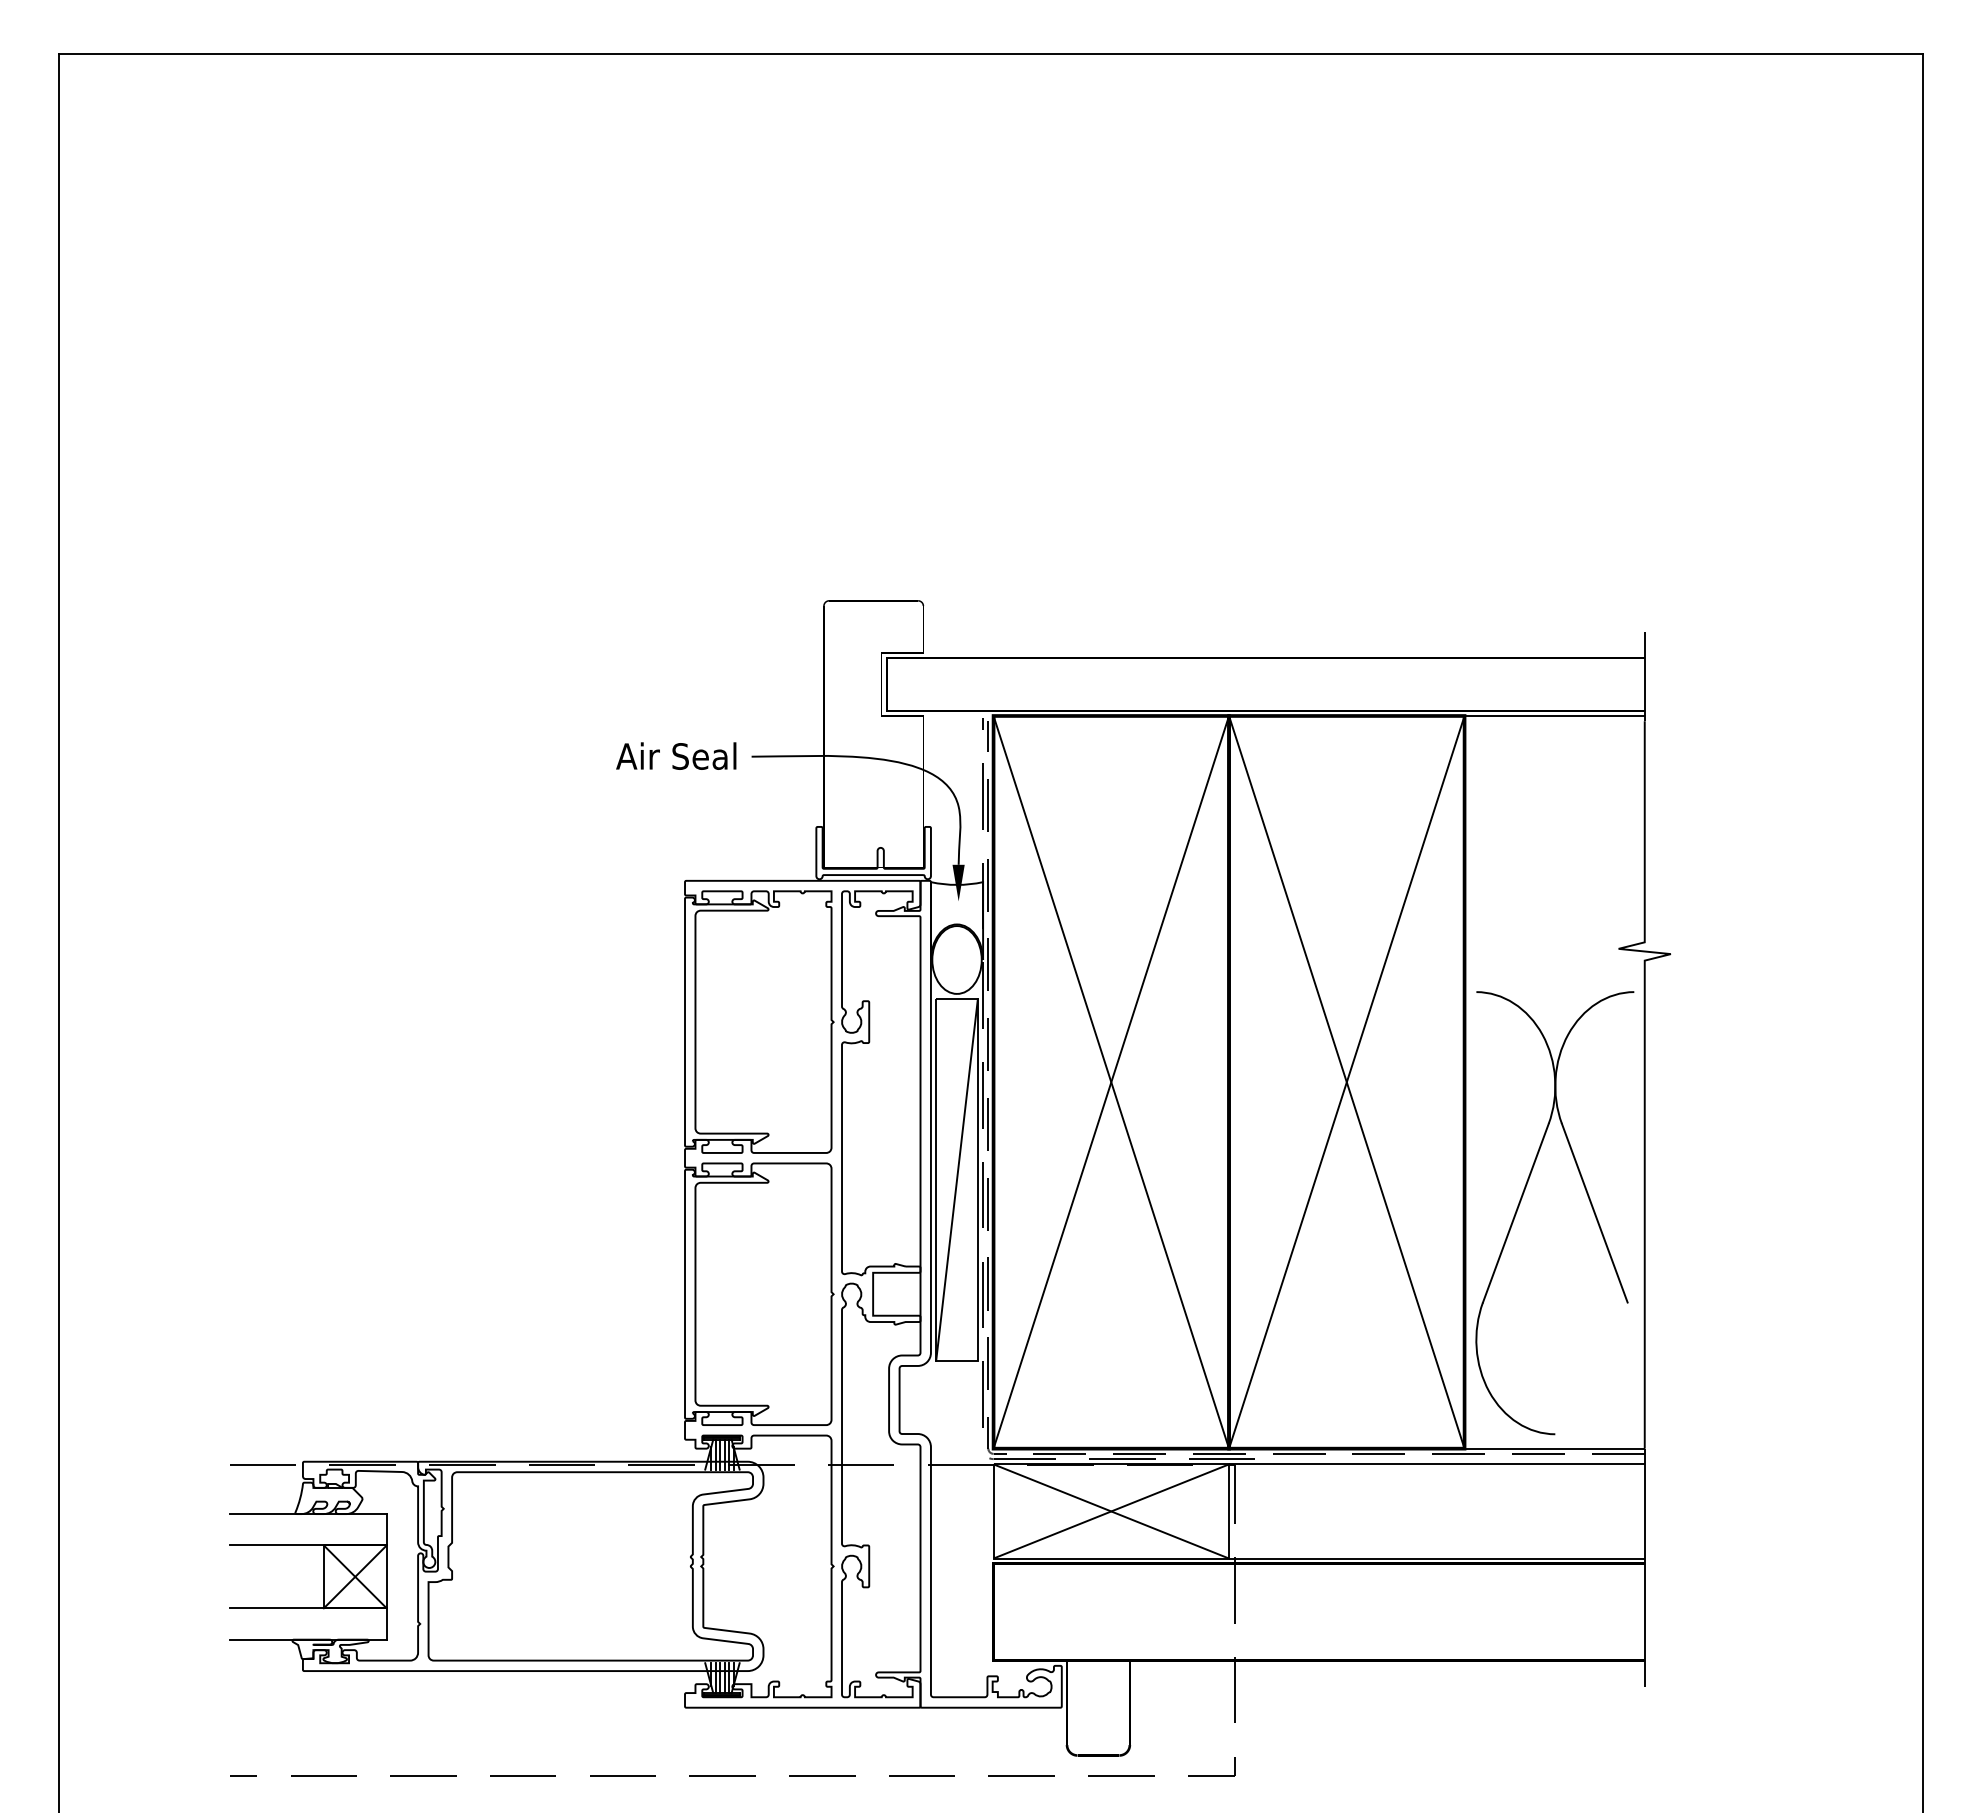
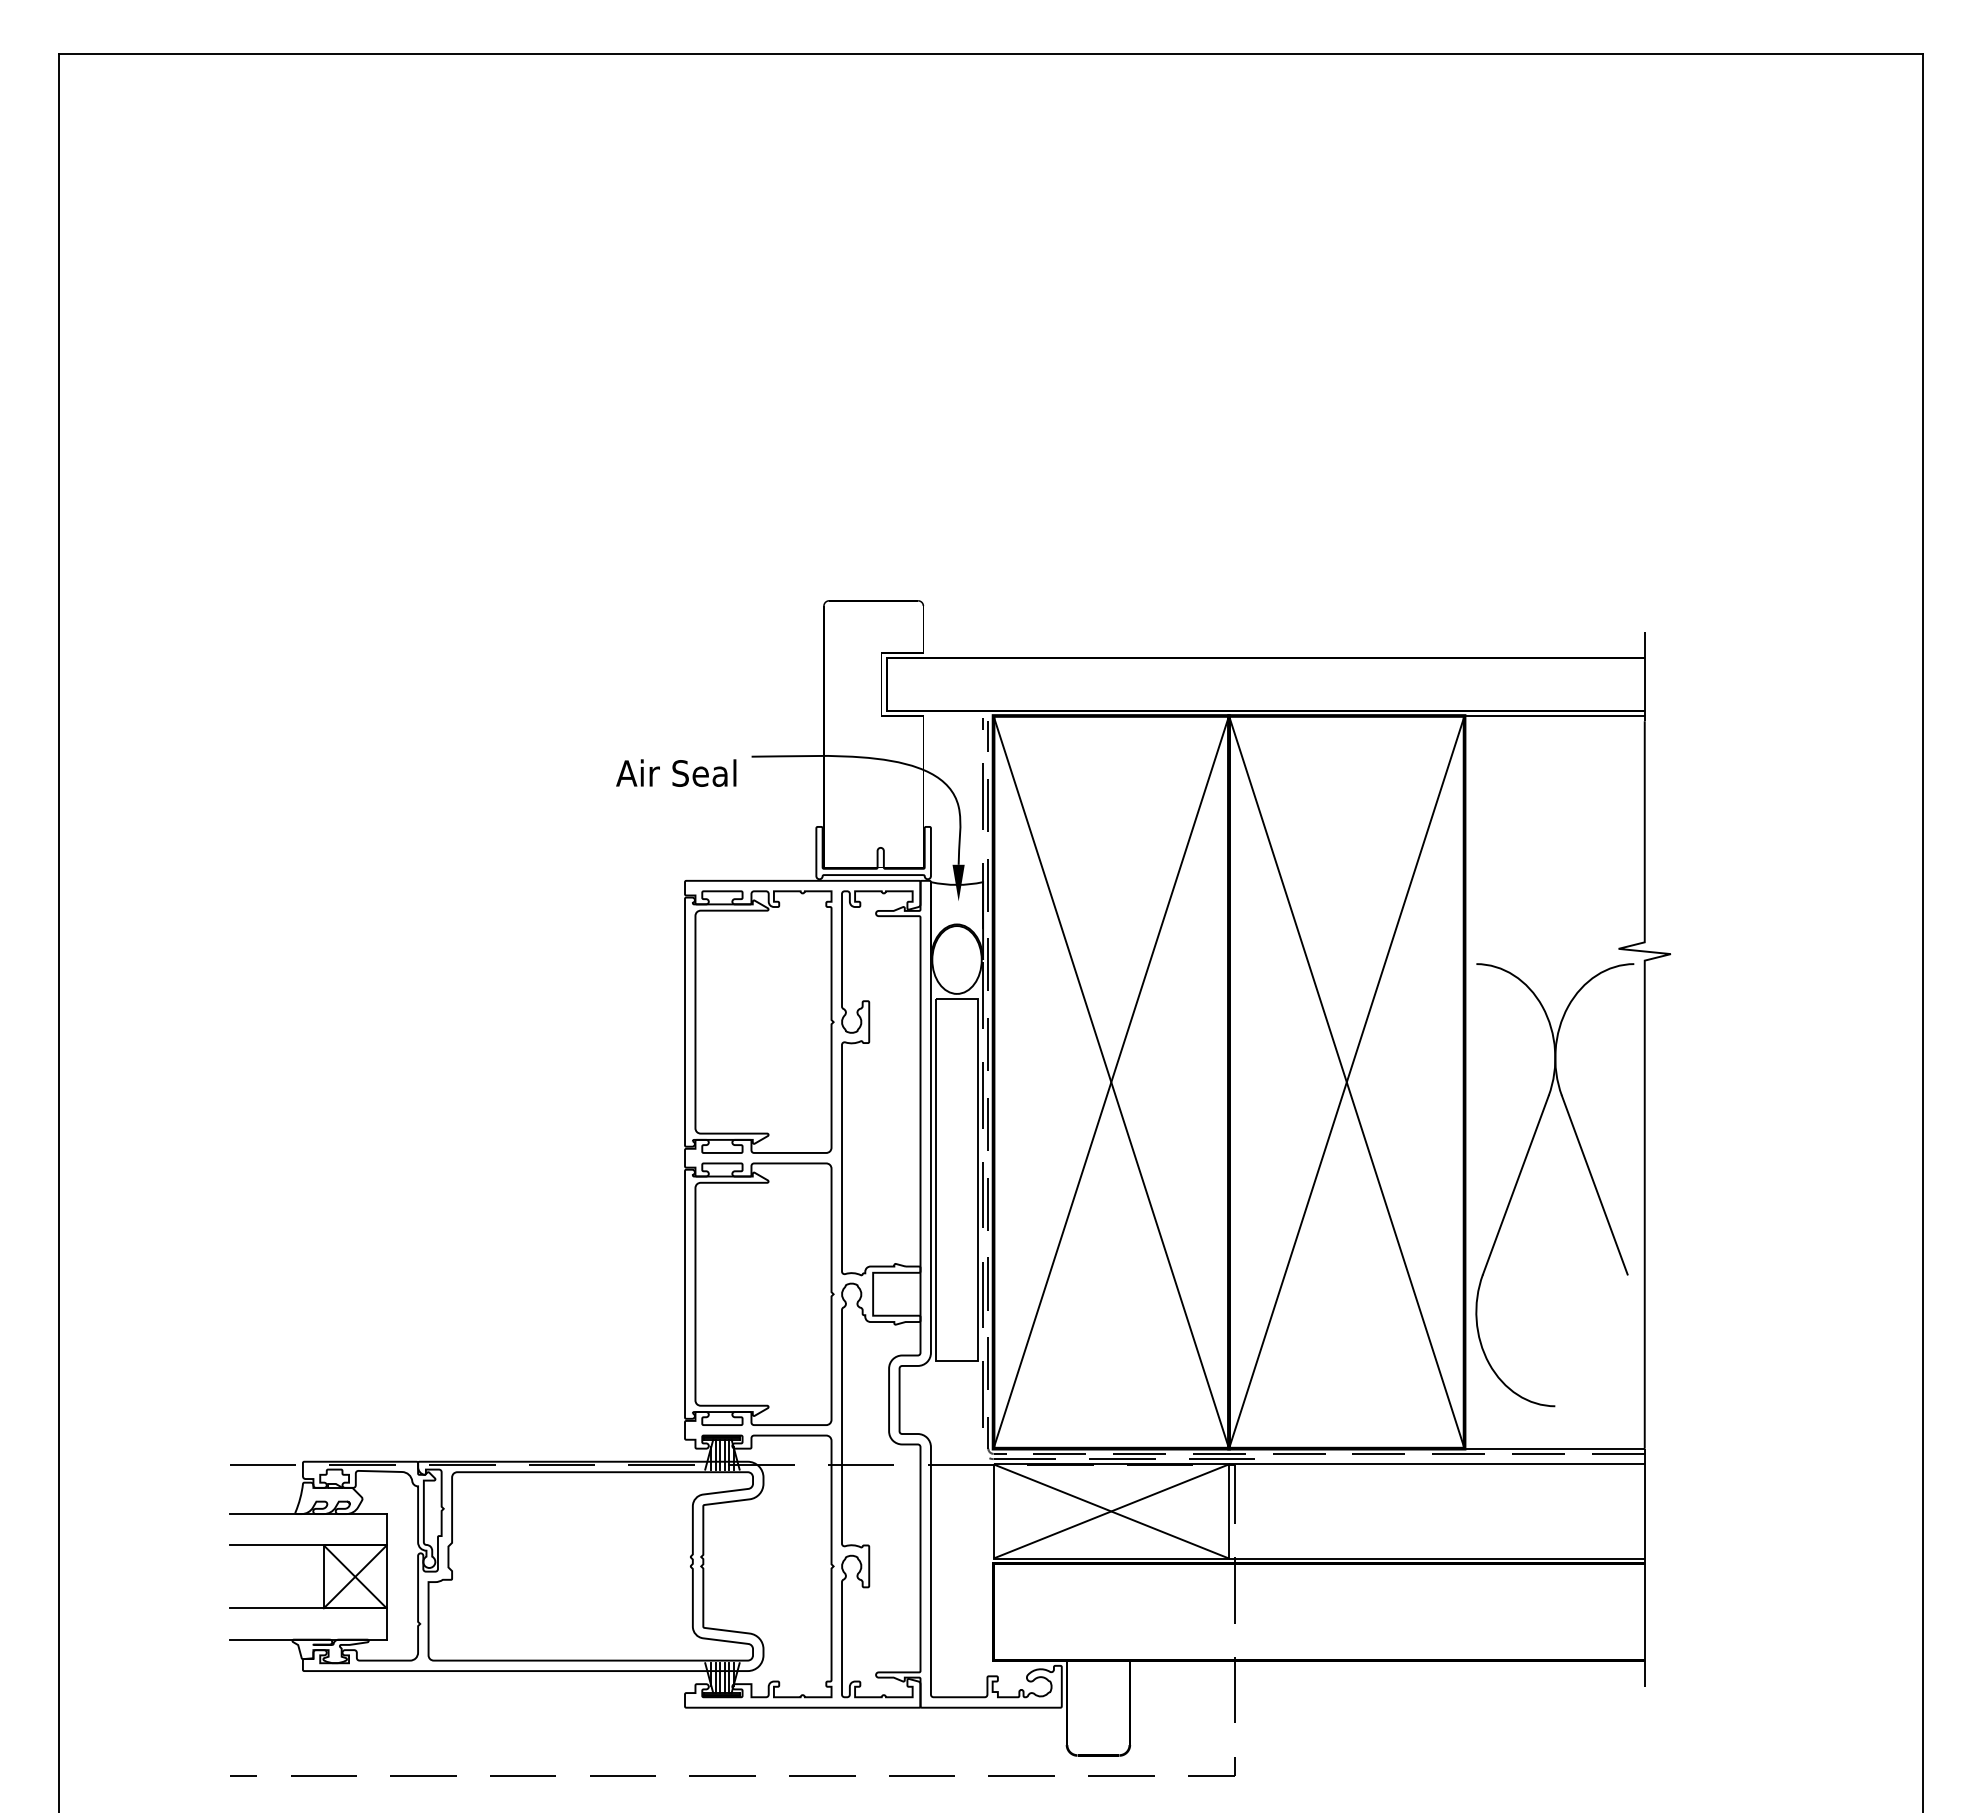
text at (676, 755) position: (676, 755) -> (676, 772)
line at (956, 1179): present -> none
part at (1521, 1201) position: (1521, 1201) -> (1521, 1173)
